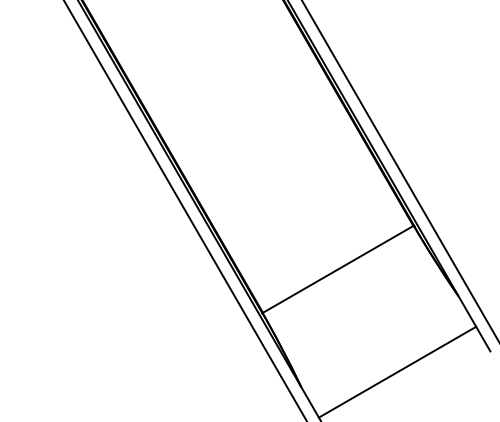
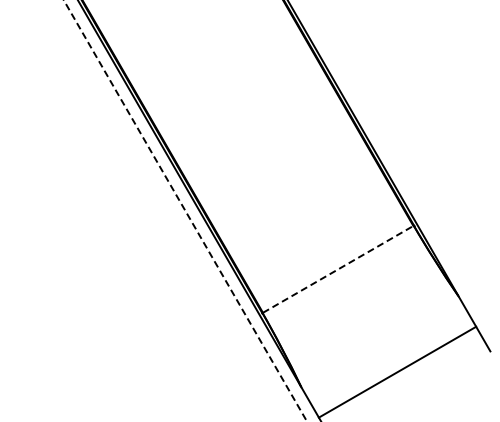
line at (399, 170): present -> none
line at (185, 210): solid -> dashed
line at (338, 269): solid -> dashed
